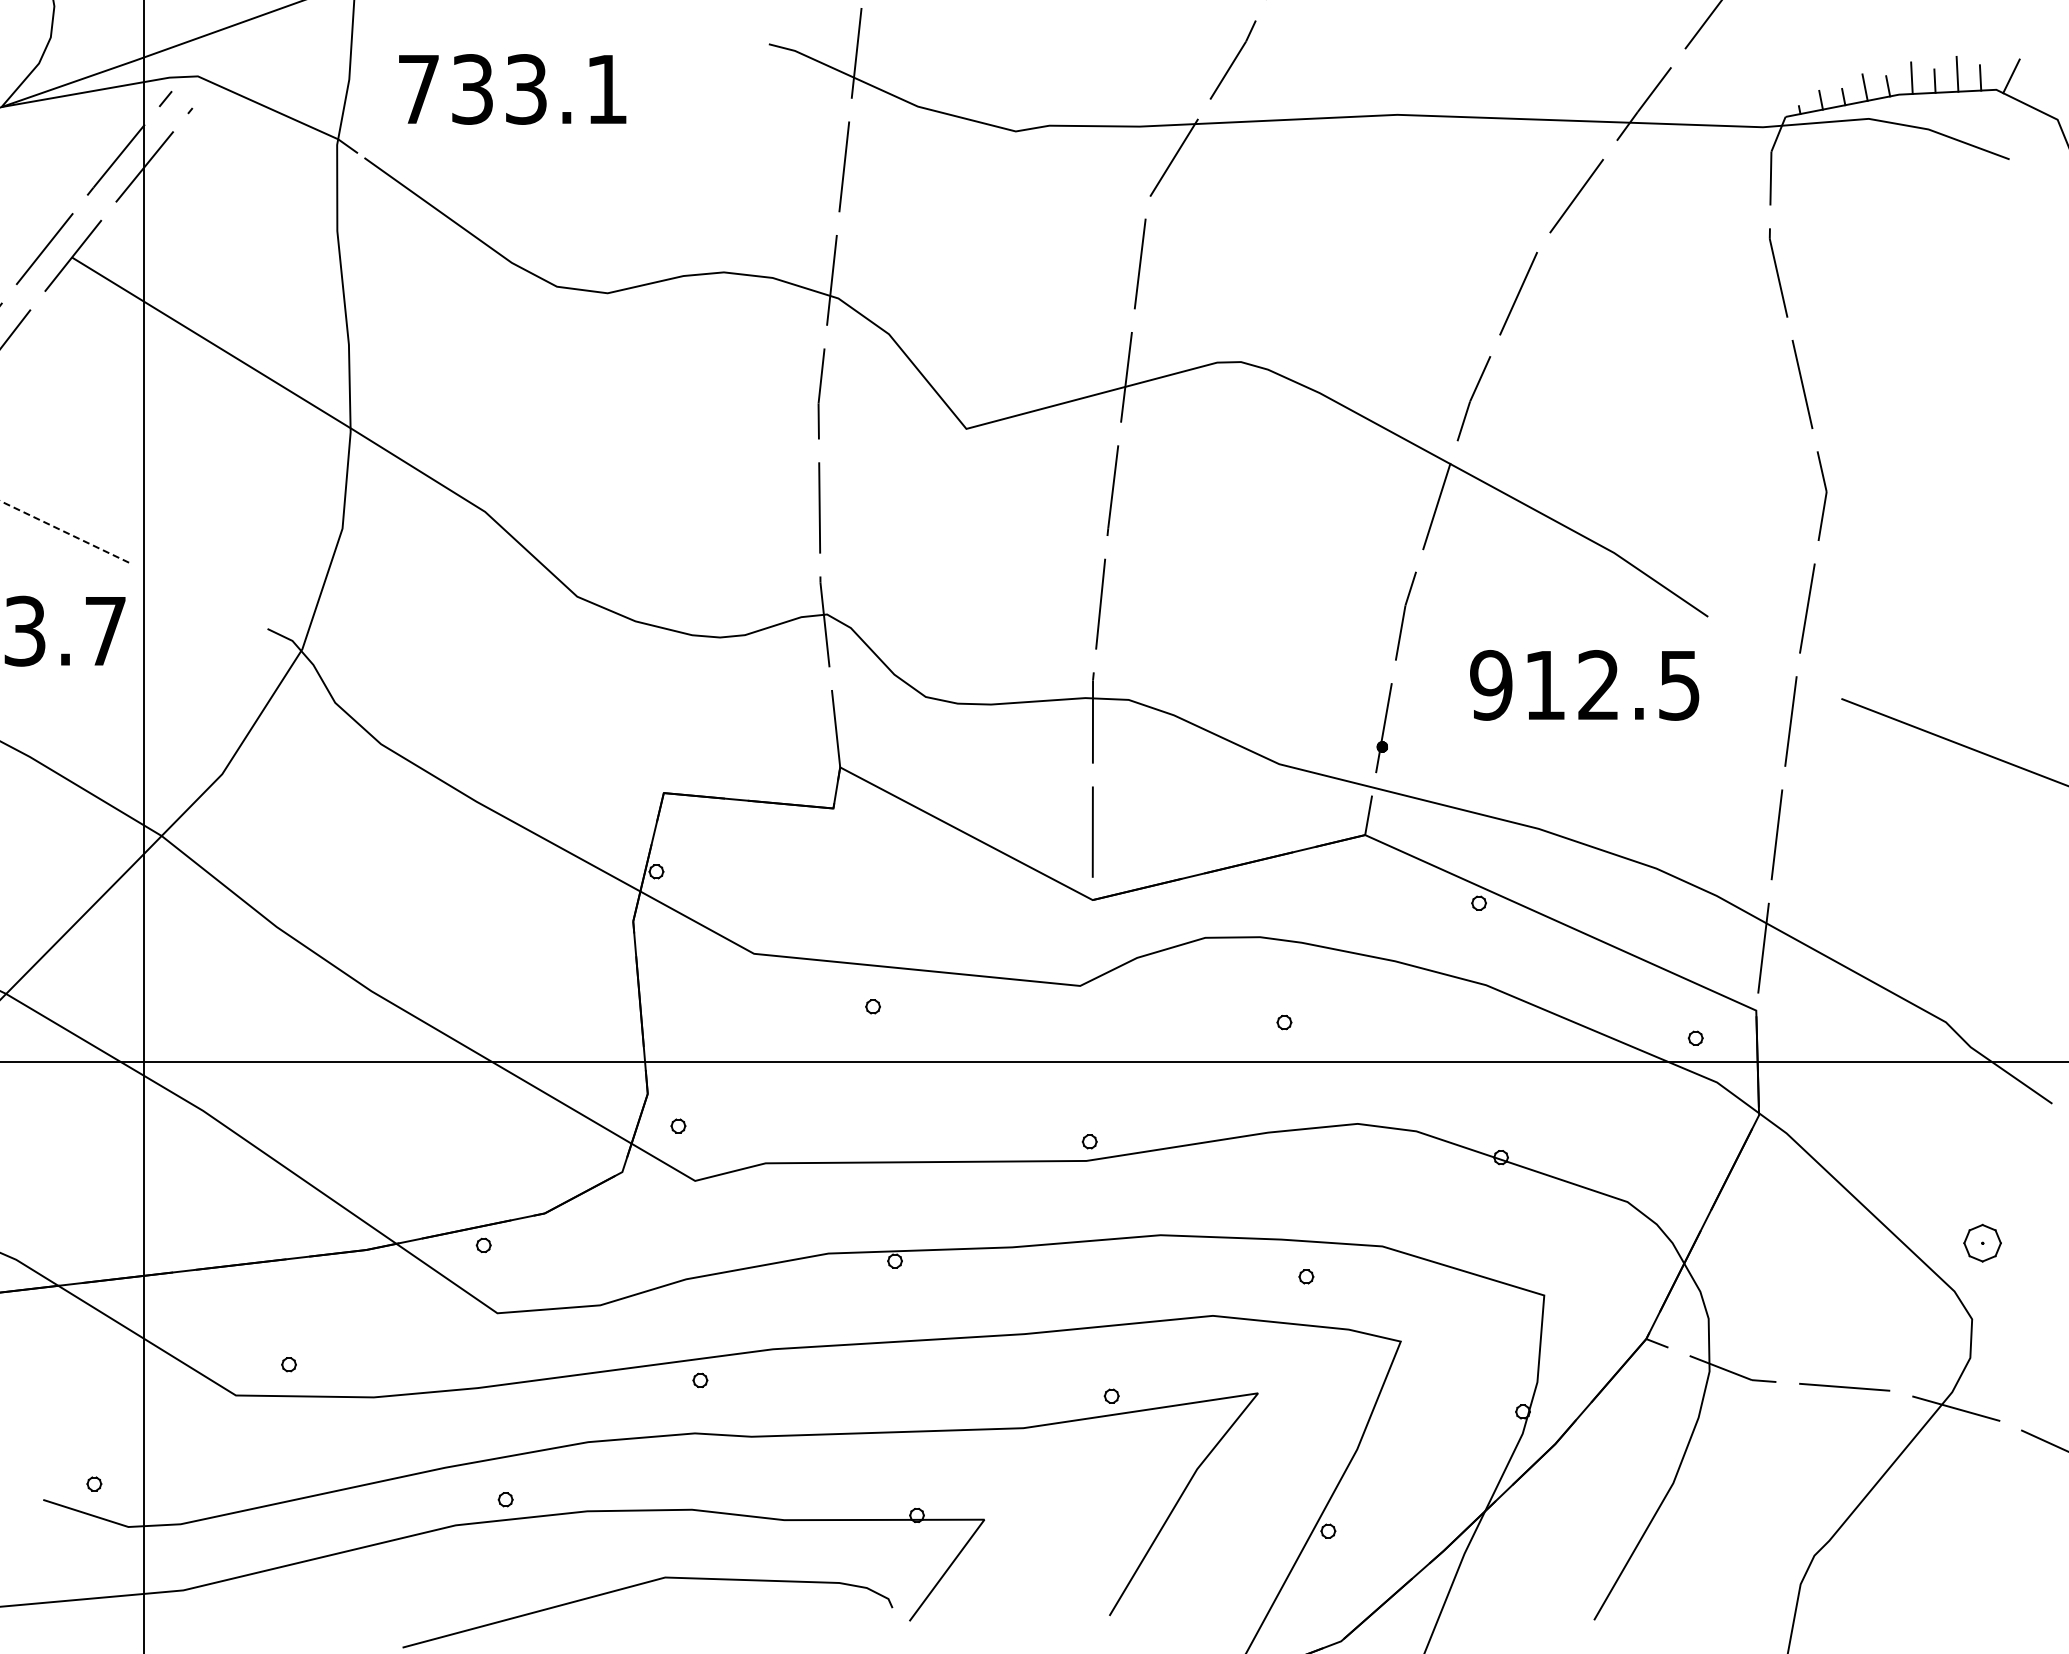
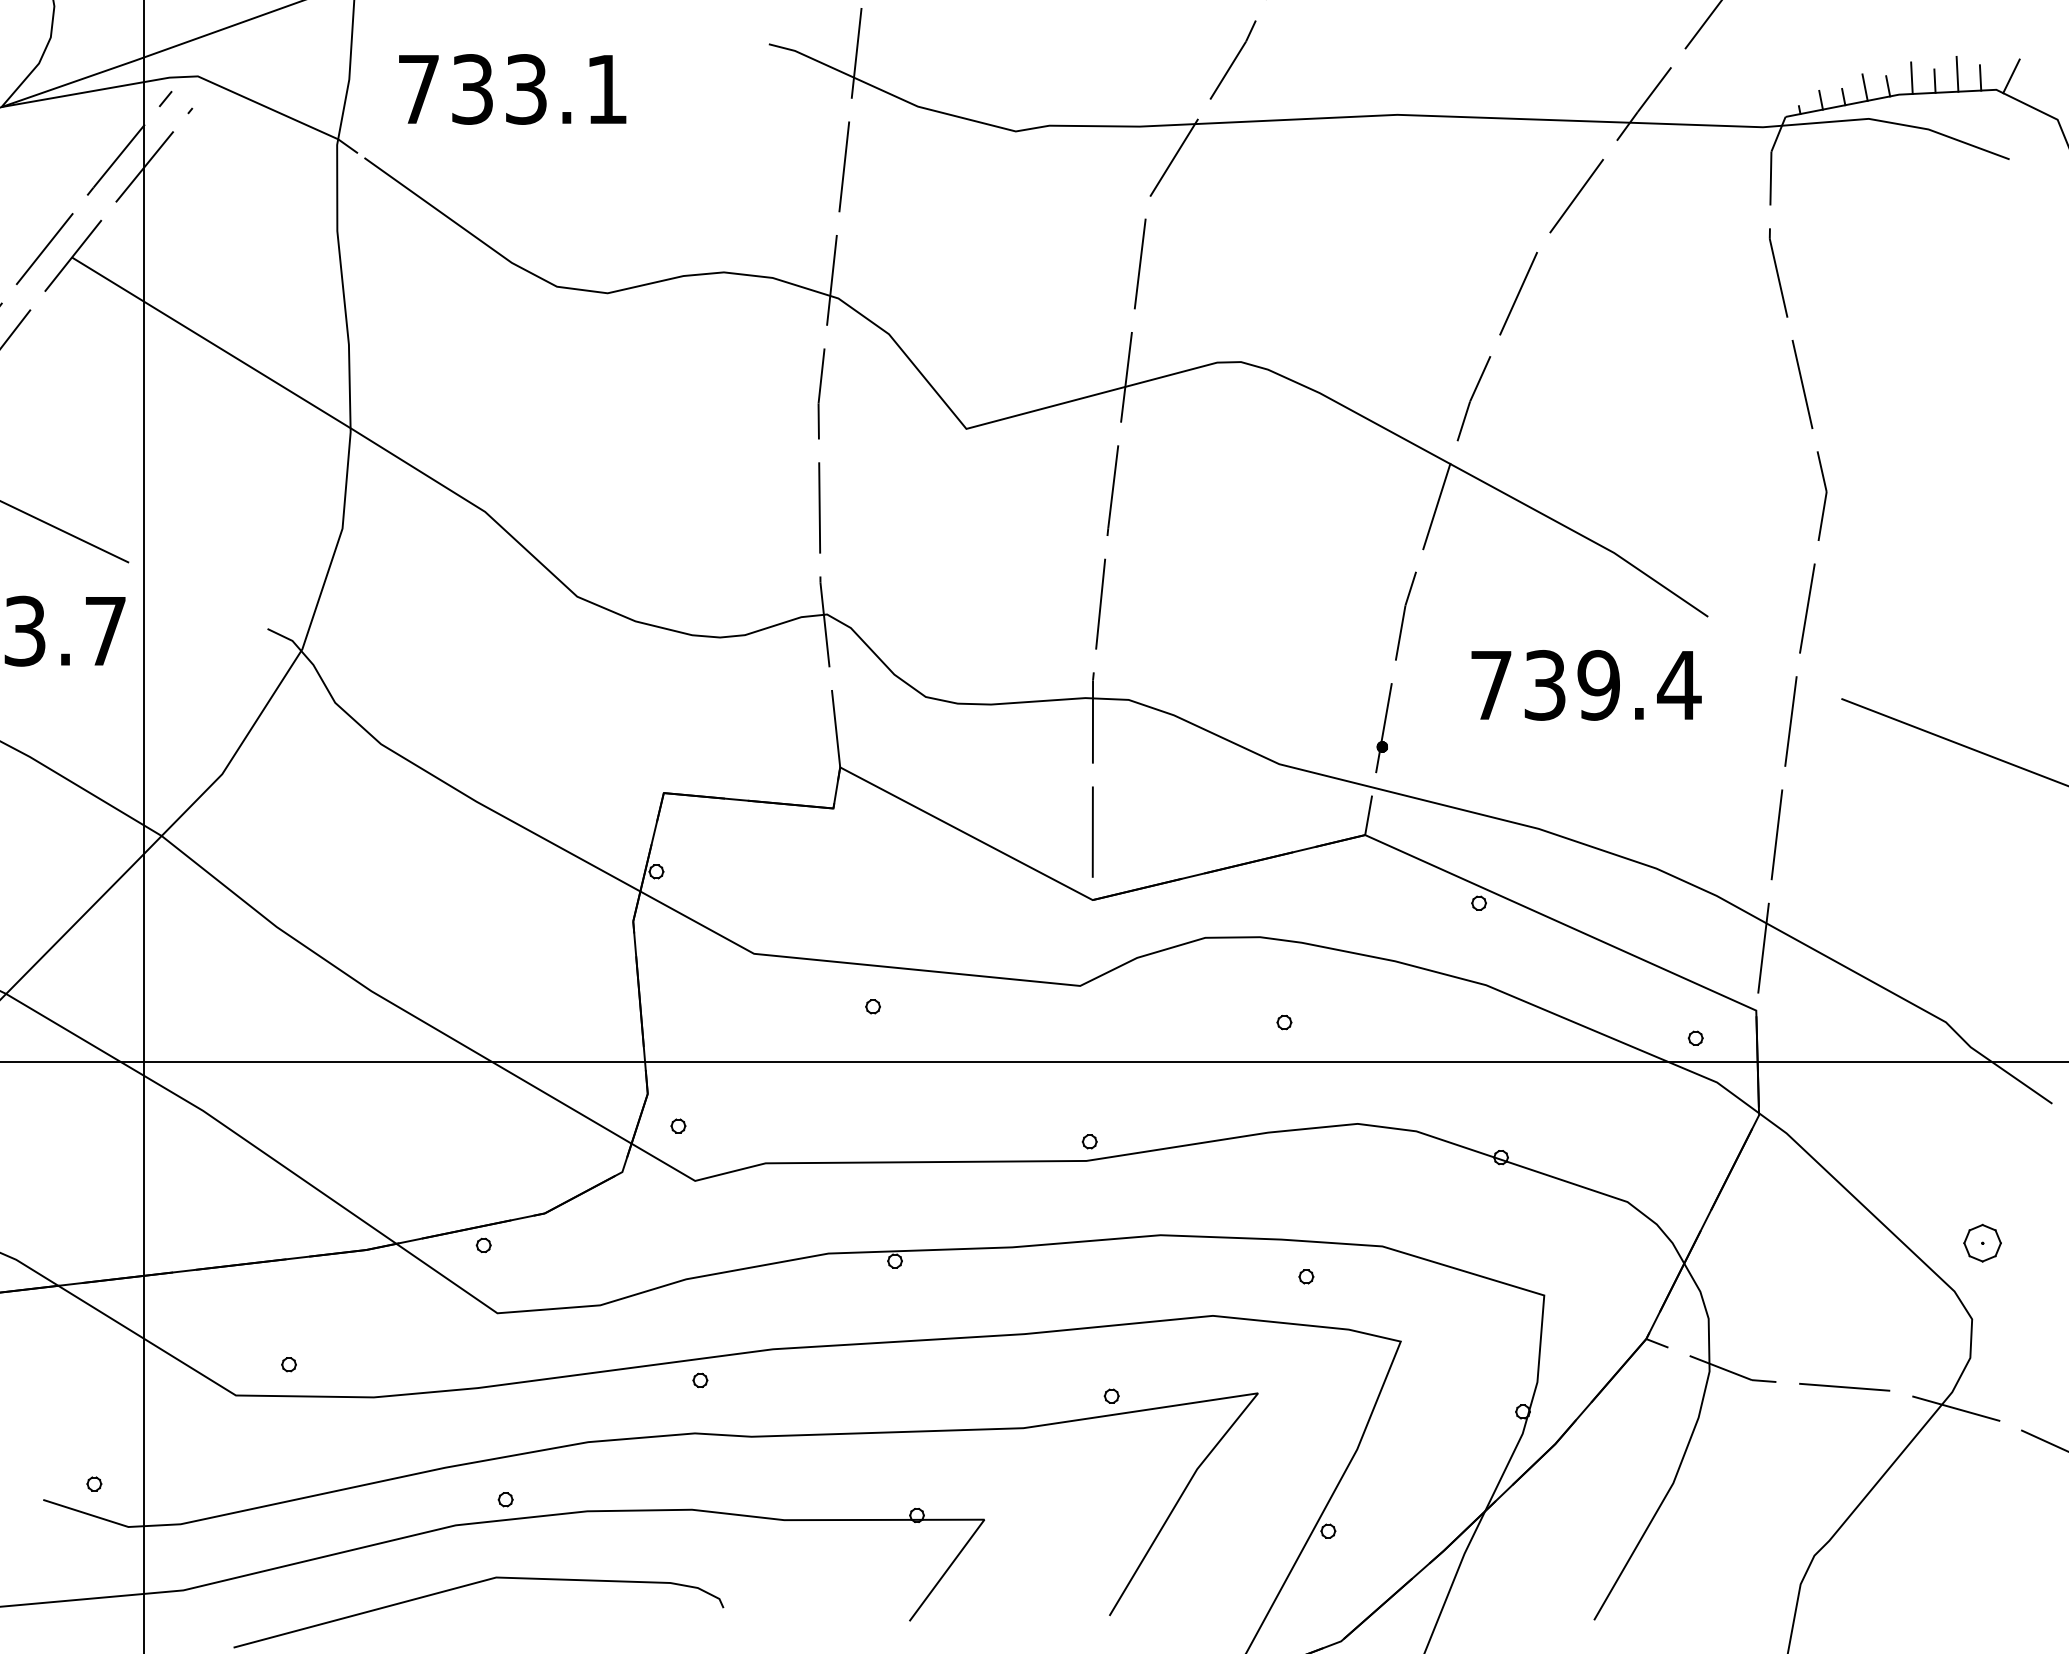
line at (64, 531): dashed -> solid
text at (1585, 685): 912.5 -> 739.4
curve at (640, 1585) position: (640, 1585) -> (471, 1585)
